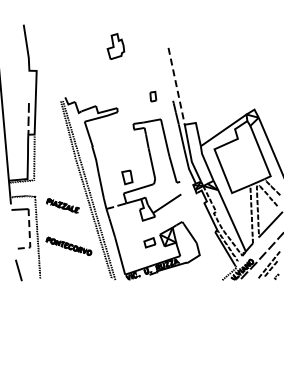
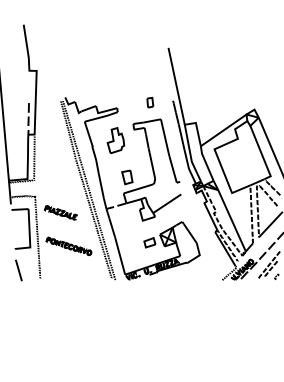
part at (115, 46) position: (115, 46) -> (115, 140)
line at (176, 87): dashed -> solid
part at (153, 96) position: (153, 96) -> (150, 102)
part at (62, 205) position: (62, 205) -> (60, 212)
line at (29, 237): dashed -> solid
